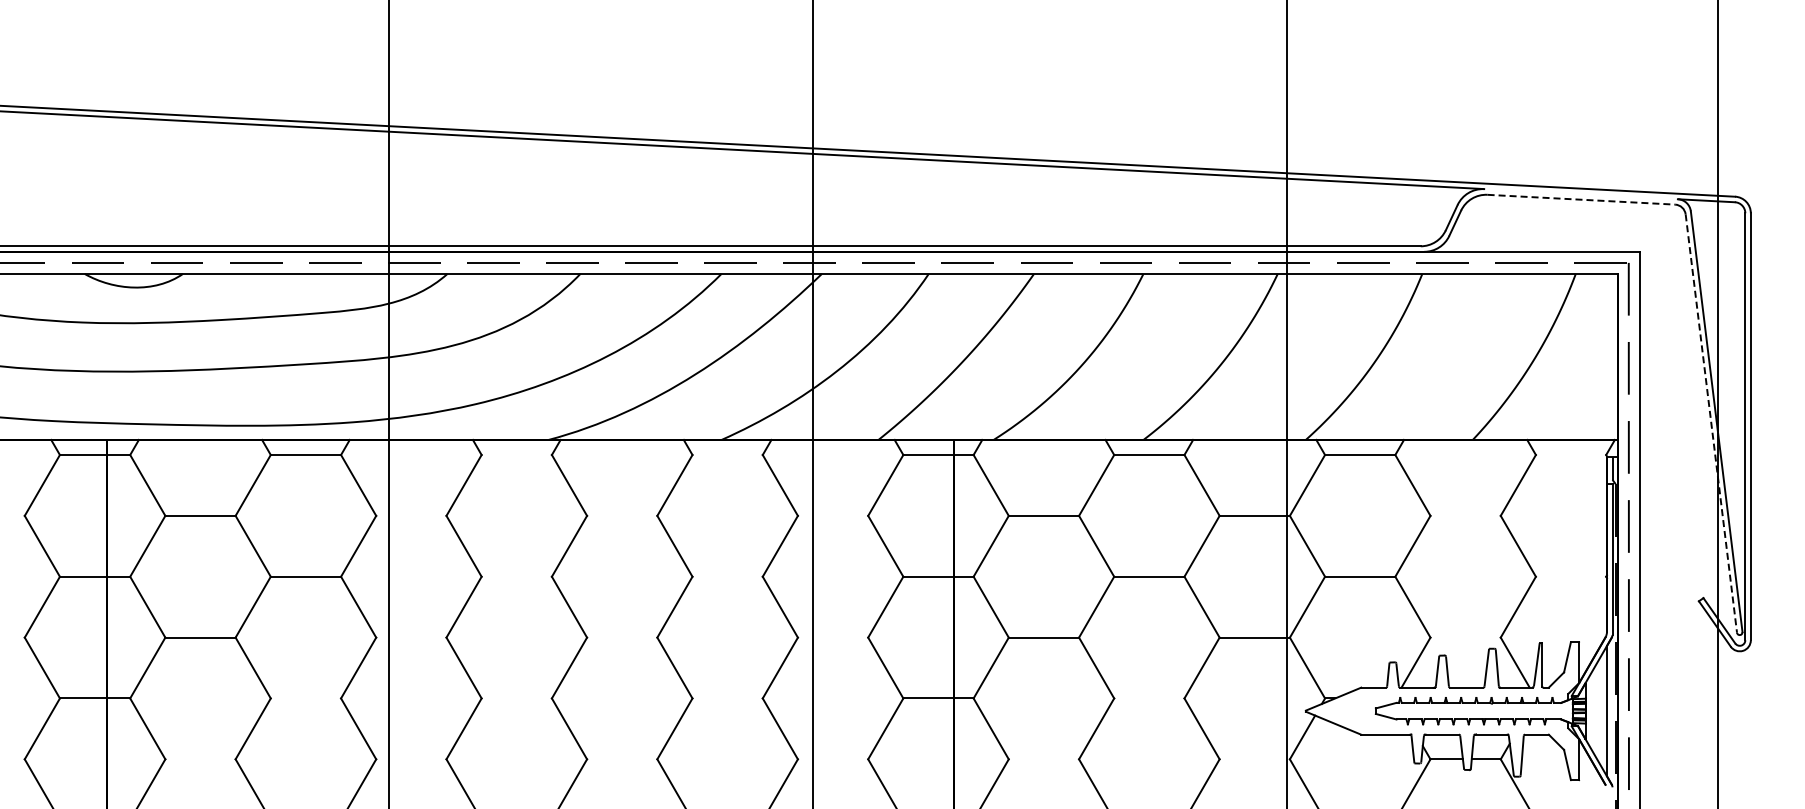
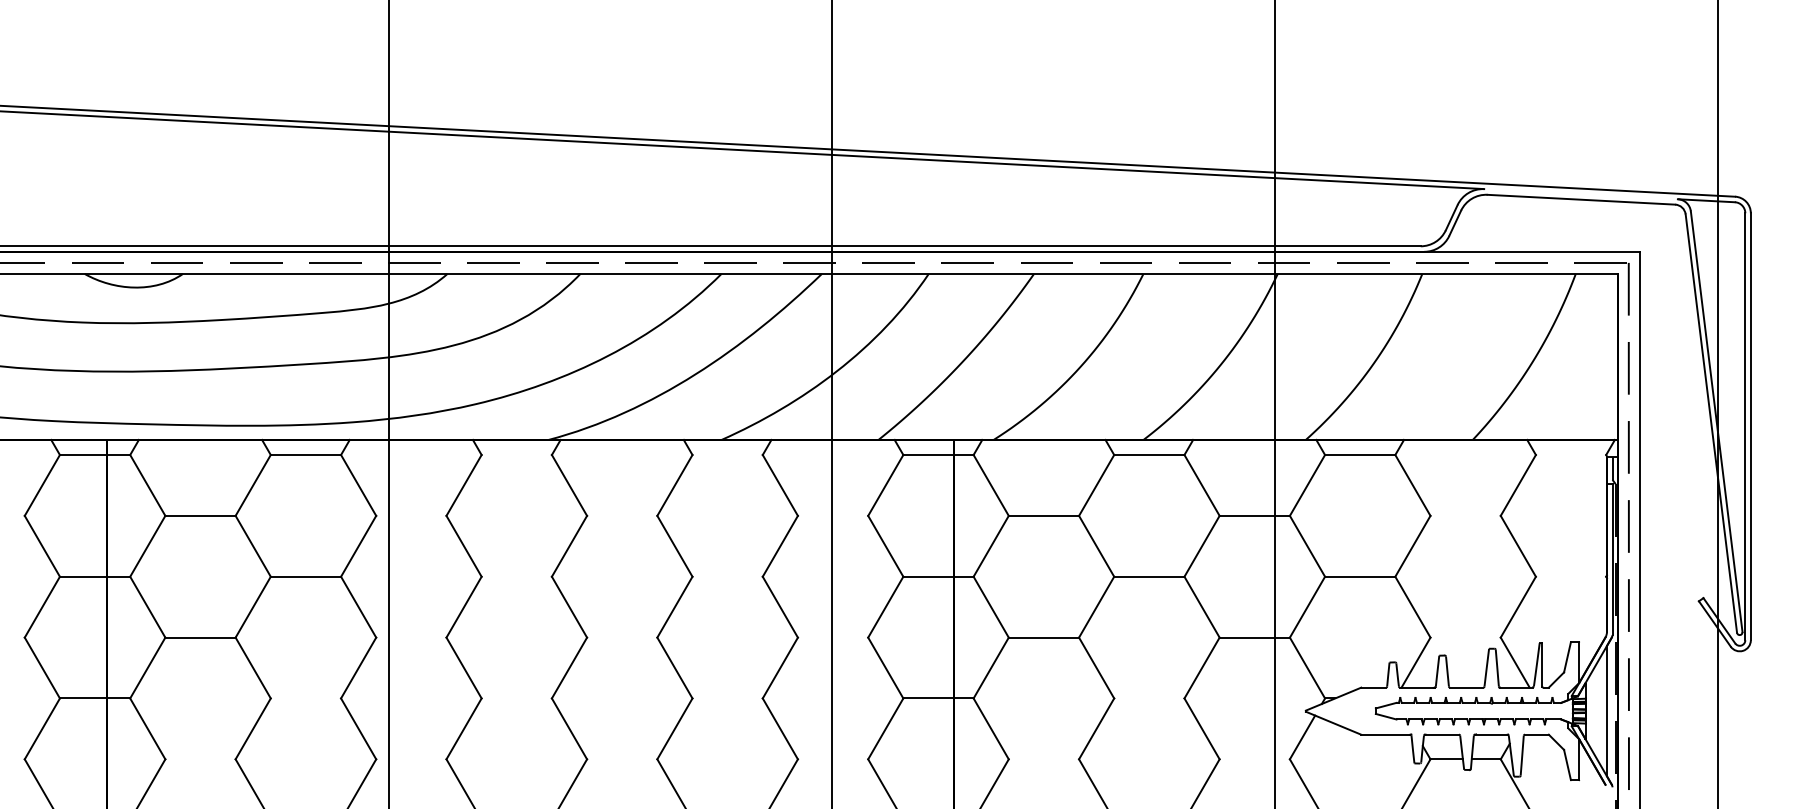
line at (1581, 199): dashed -> solid
line at (813, 403) position: (813, 403) -> (832, 403)
line at (1286, 403) position: (1286, 403) -> (1274, 403)
line at (1711, 423): dashed -> solid
